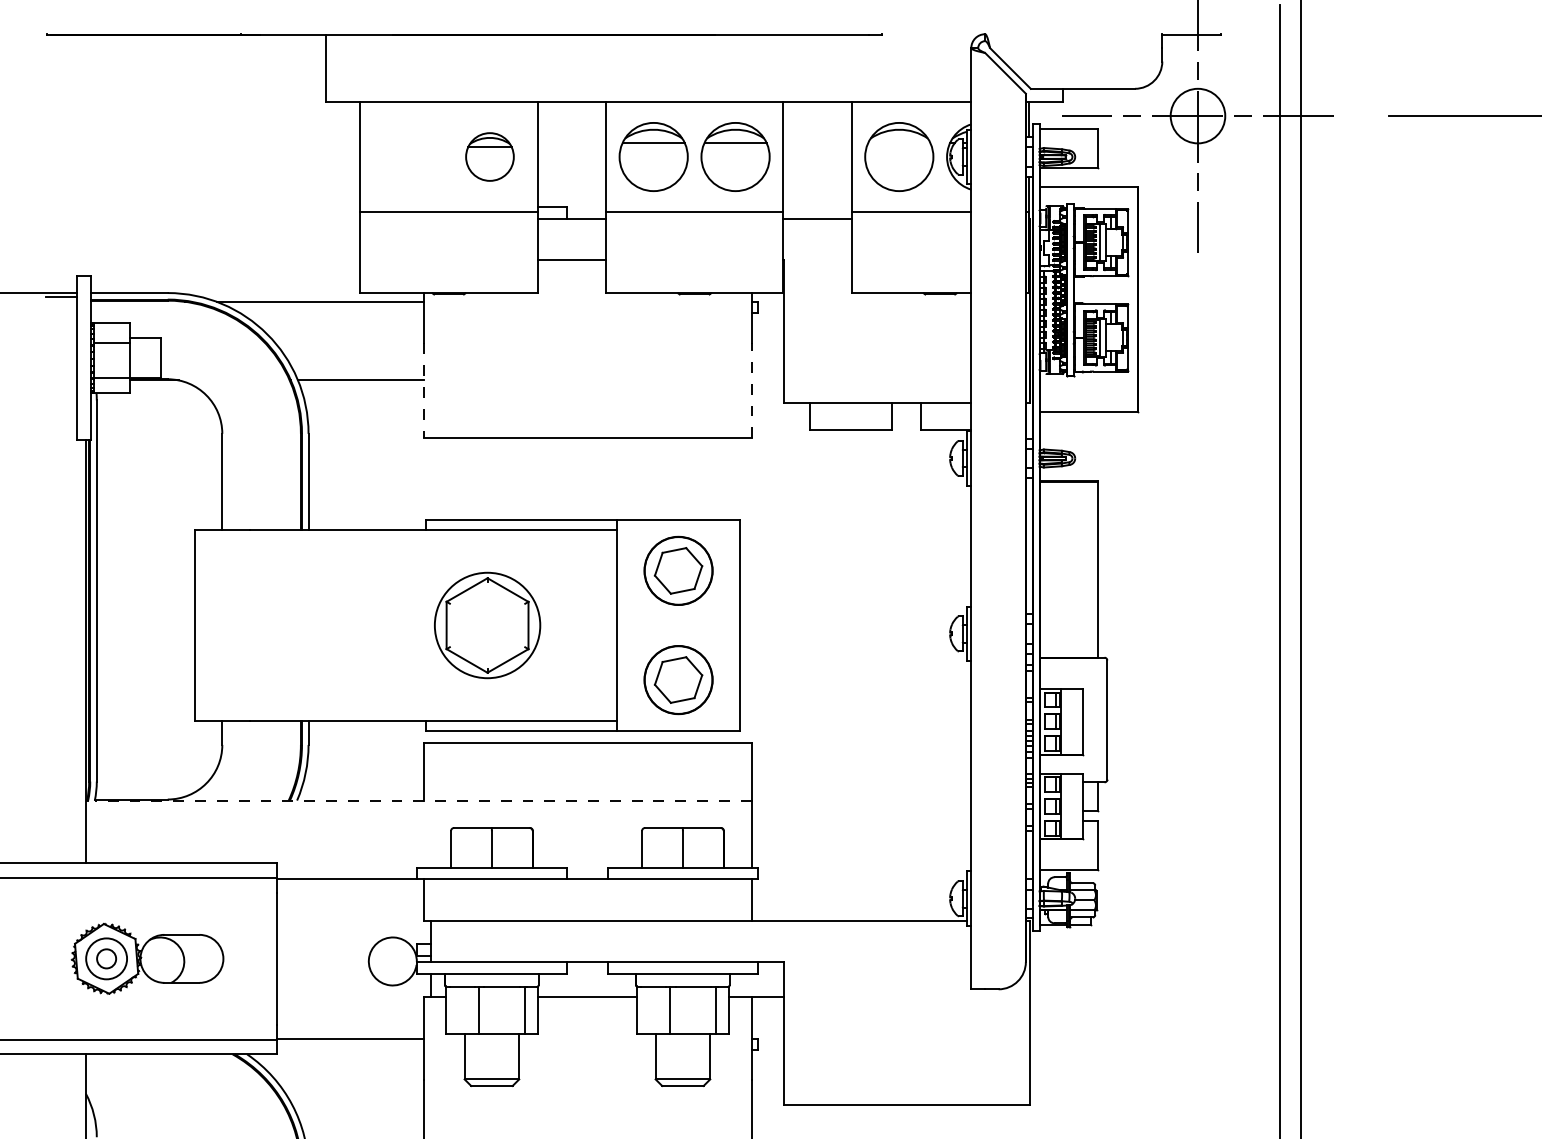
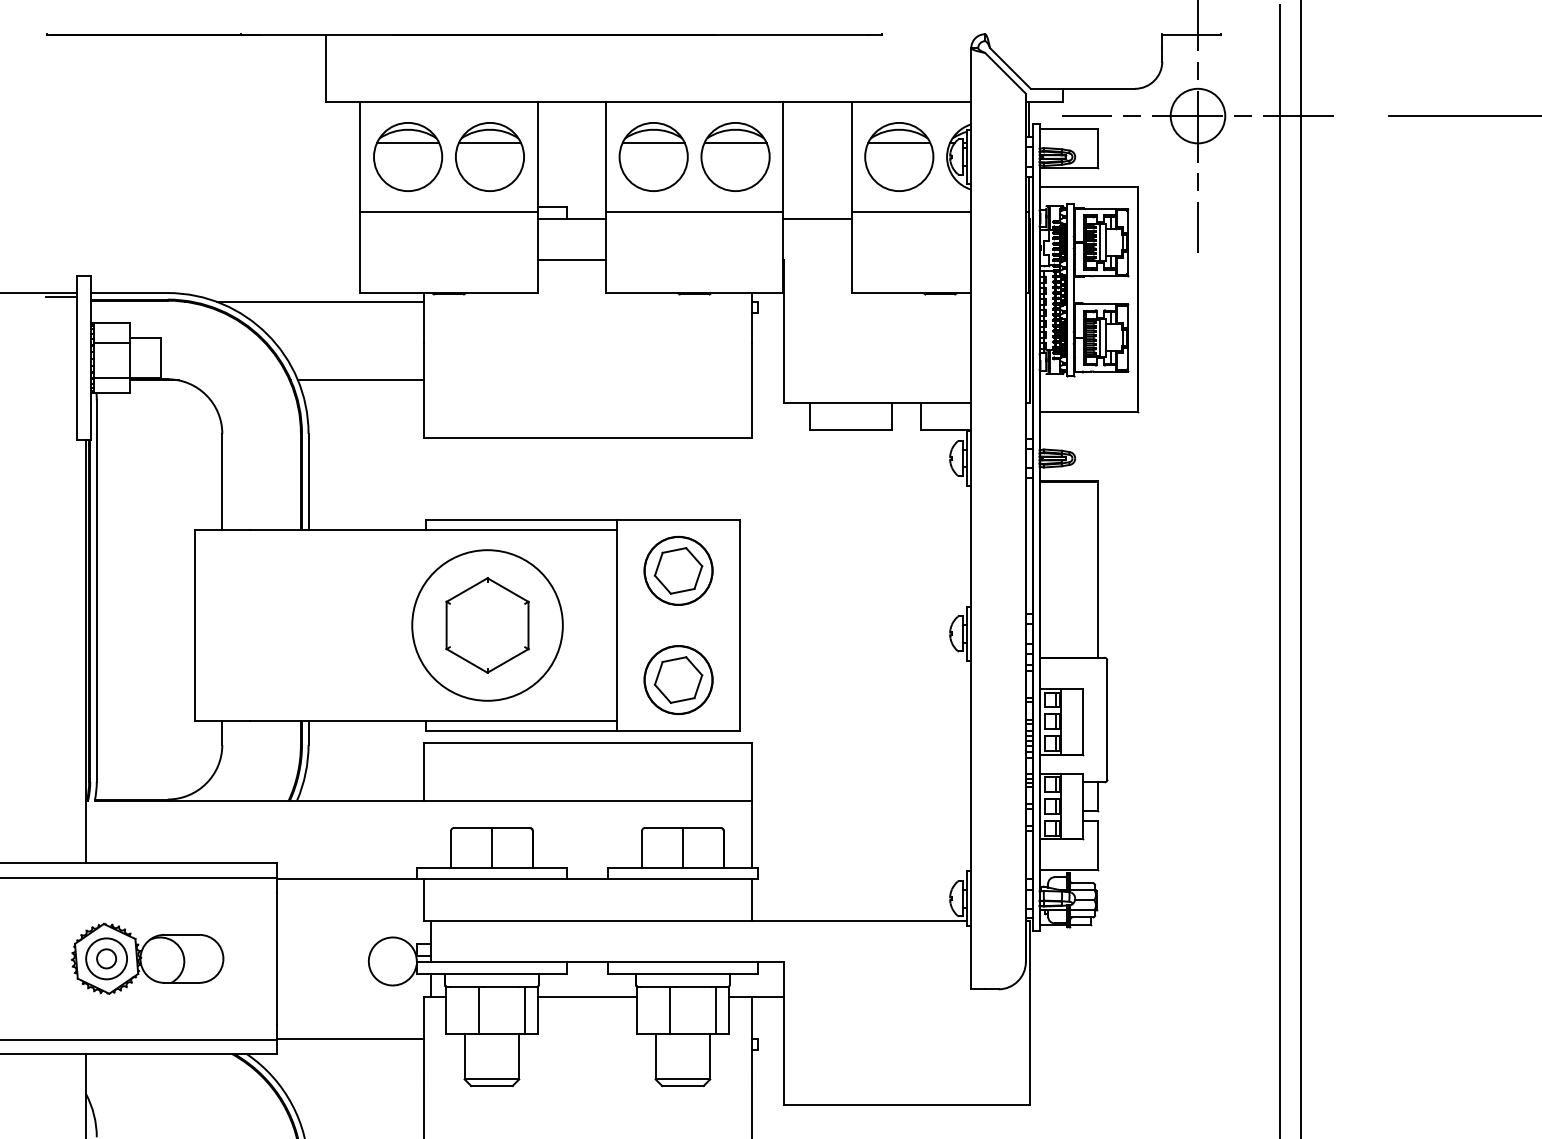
line at (899, 142): none -> present
part at (408, 156): none -> present
part at (489, 156) size: 50x50 px -> 70x70 px
line at (751, 390): dashed -> solid
line at (424, 391): dashed -> solid
circle at (487, 625) diameter: 105 px -> 151 px
line at (422, 800): dashed -> solid
